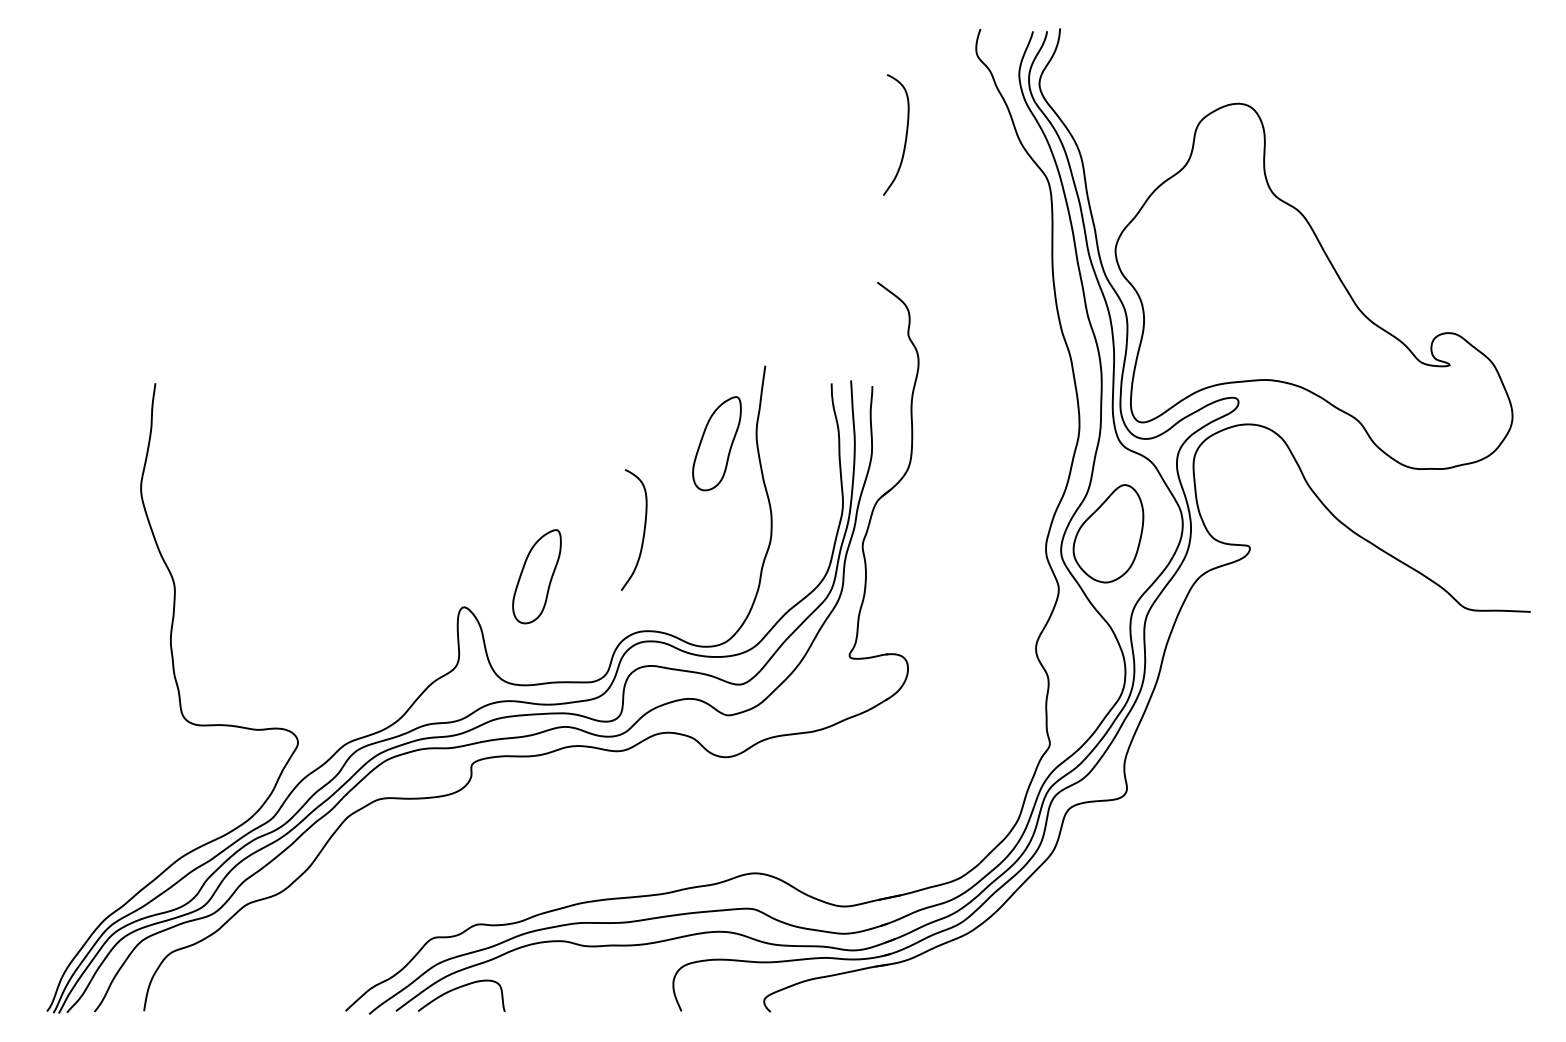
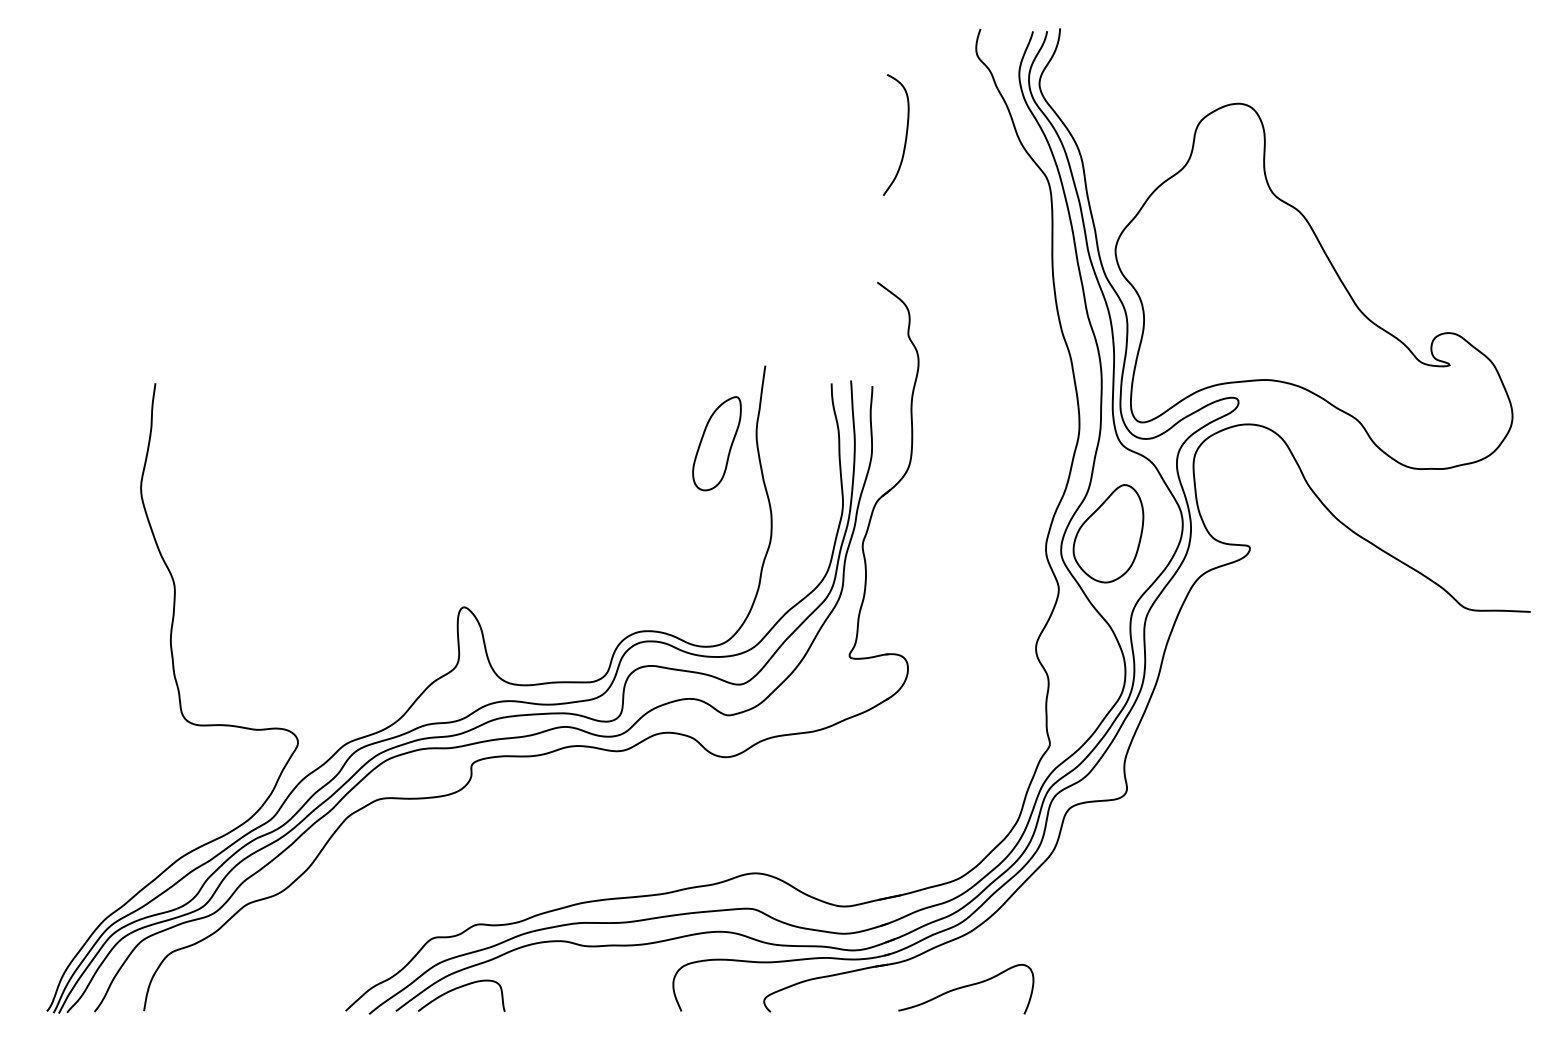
curve at (643, 529): present -> none
part at (536, 576): present -> none
curve at (966, 987): none -> present
